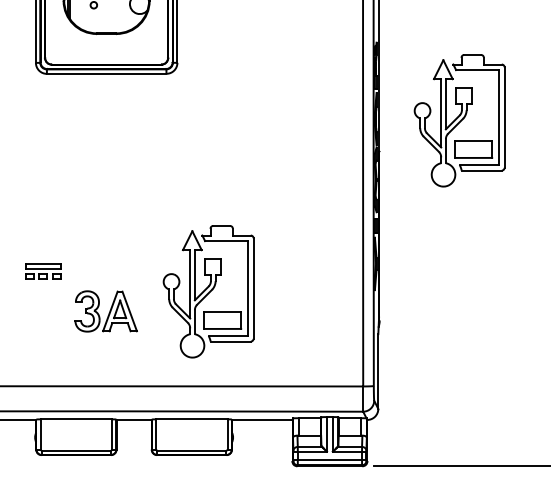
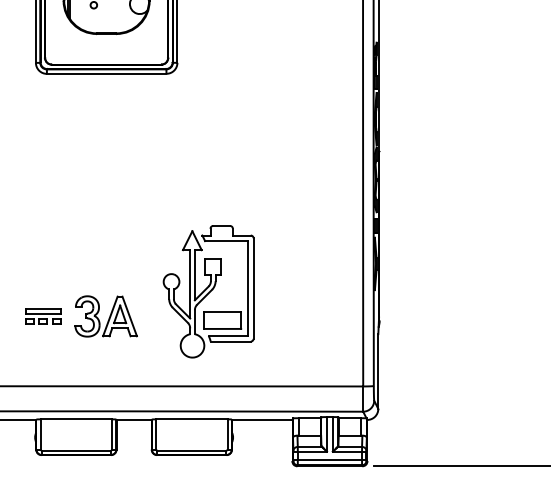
part at (459, 120): present -> none
part at (43, 271) position: (43, 271) -> (43, 316)
part at (105, 311) position: (105, 311) -> (105, 316)
